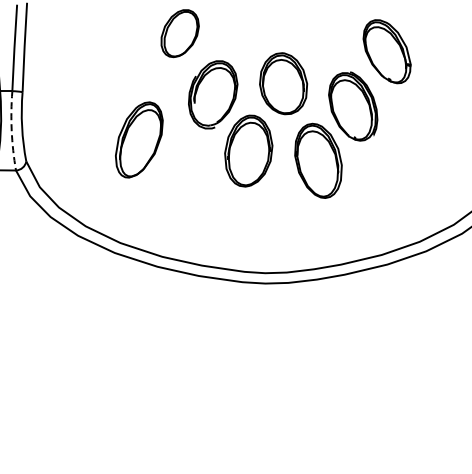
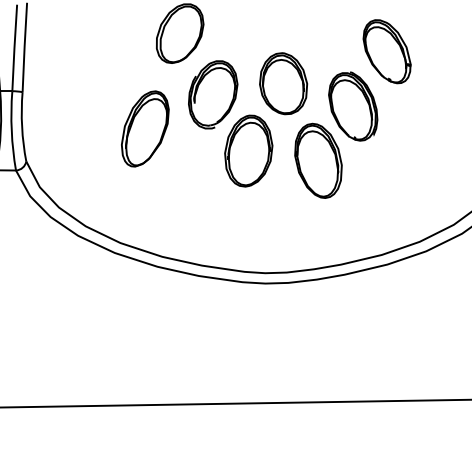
part at (179, 33) size: 40x50 px -> 49x61 px
arc at (11, 130): dashed -> solid
part at (139, 139) position: (139, 139) -> (145, 128)
line at (235, 403): none -> present
